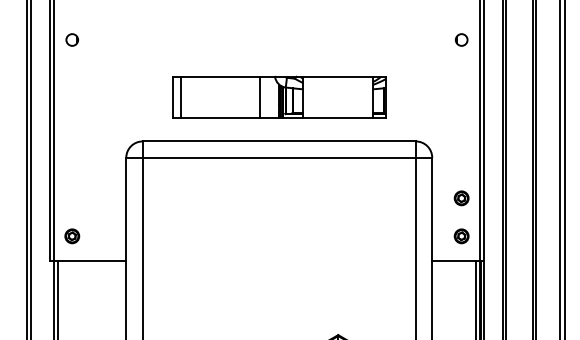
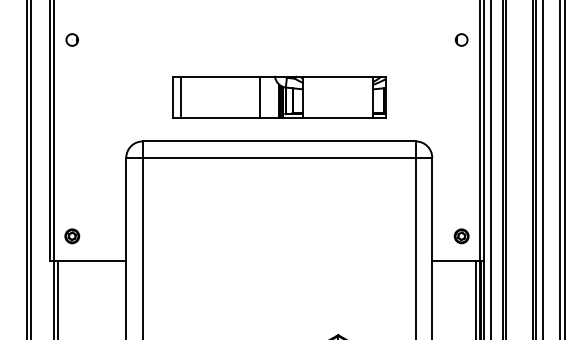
line at (491, 169): none -> present
line at (542, 169): none -> present
part at (461, 198): present -> none
